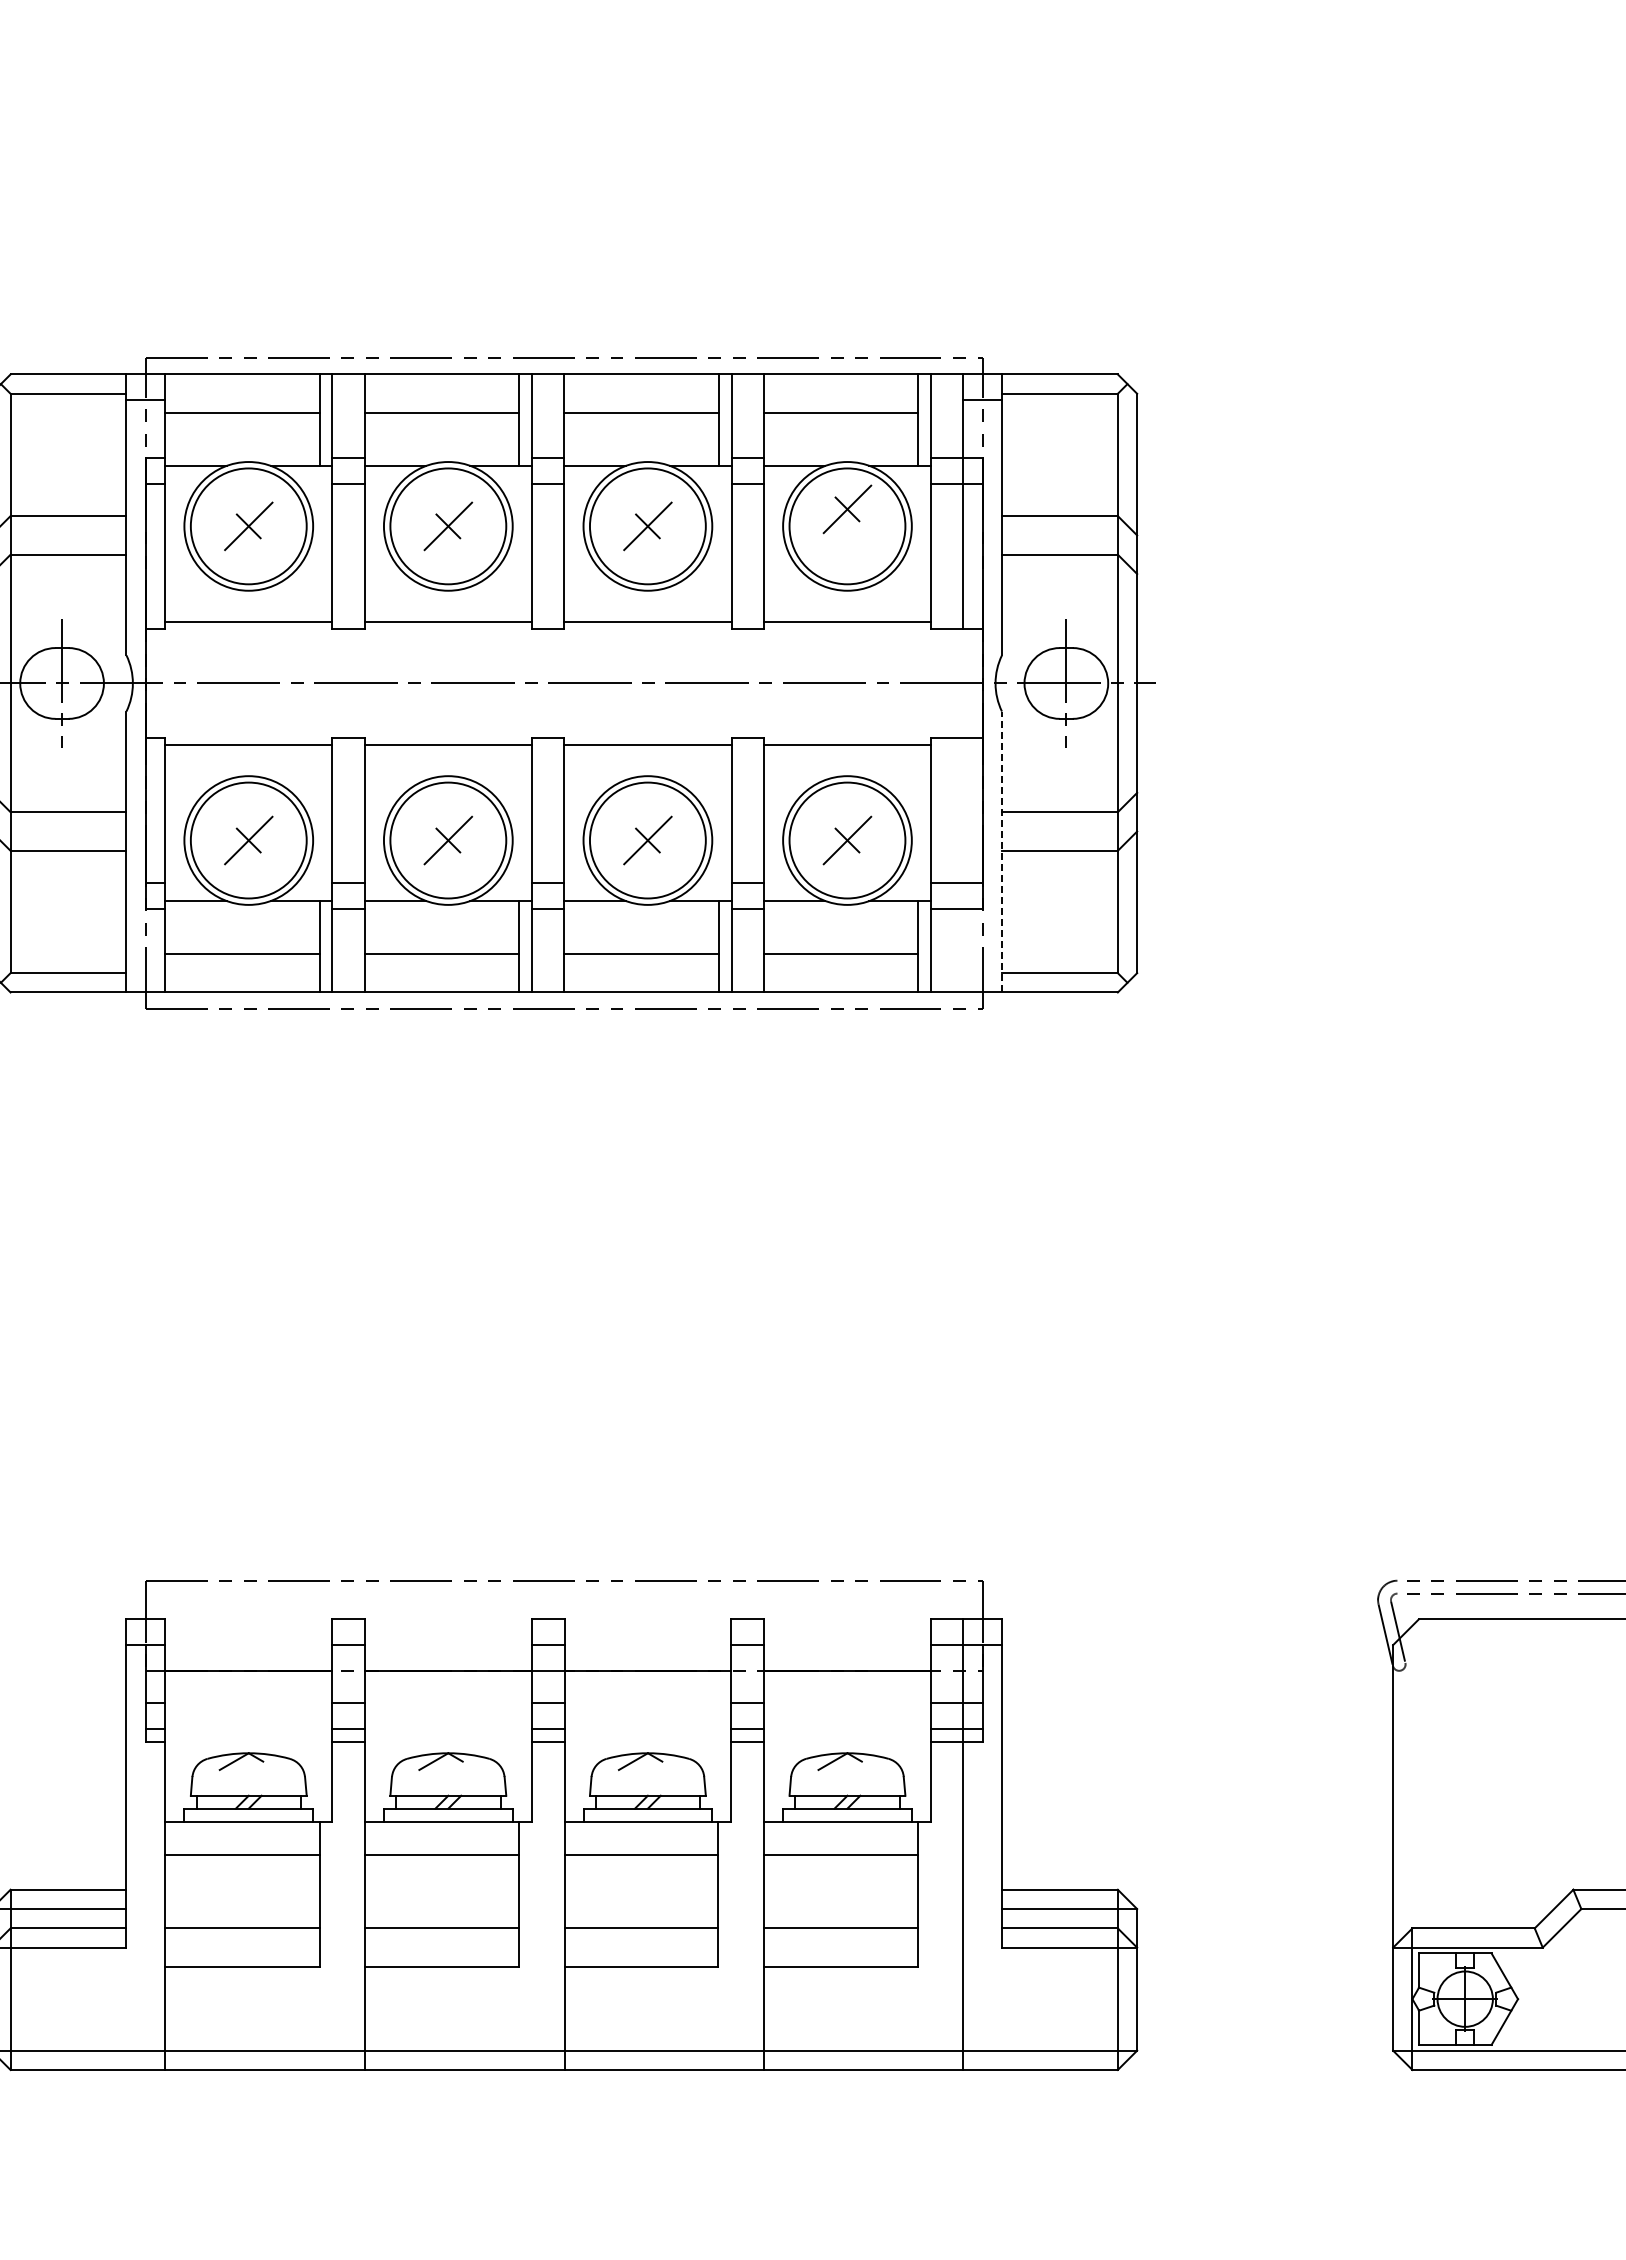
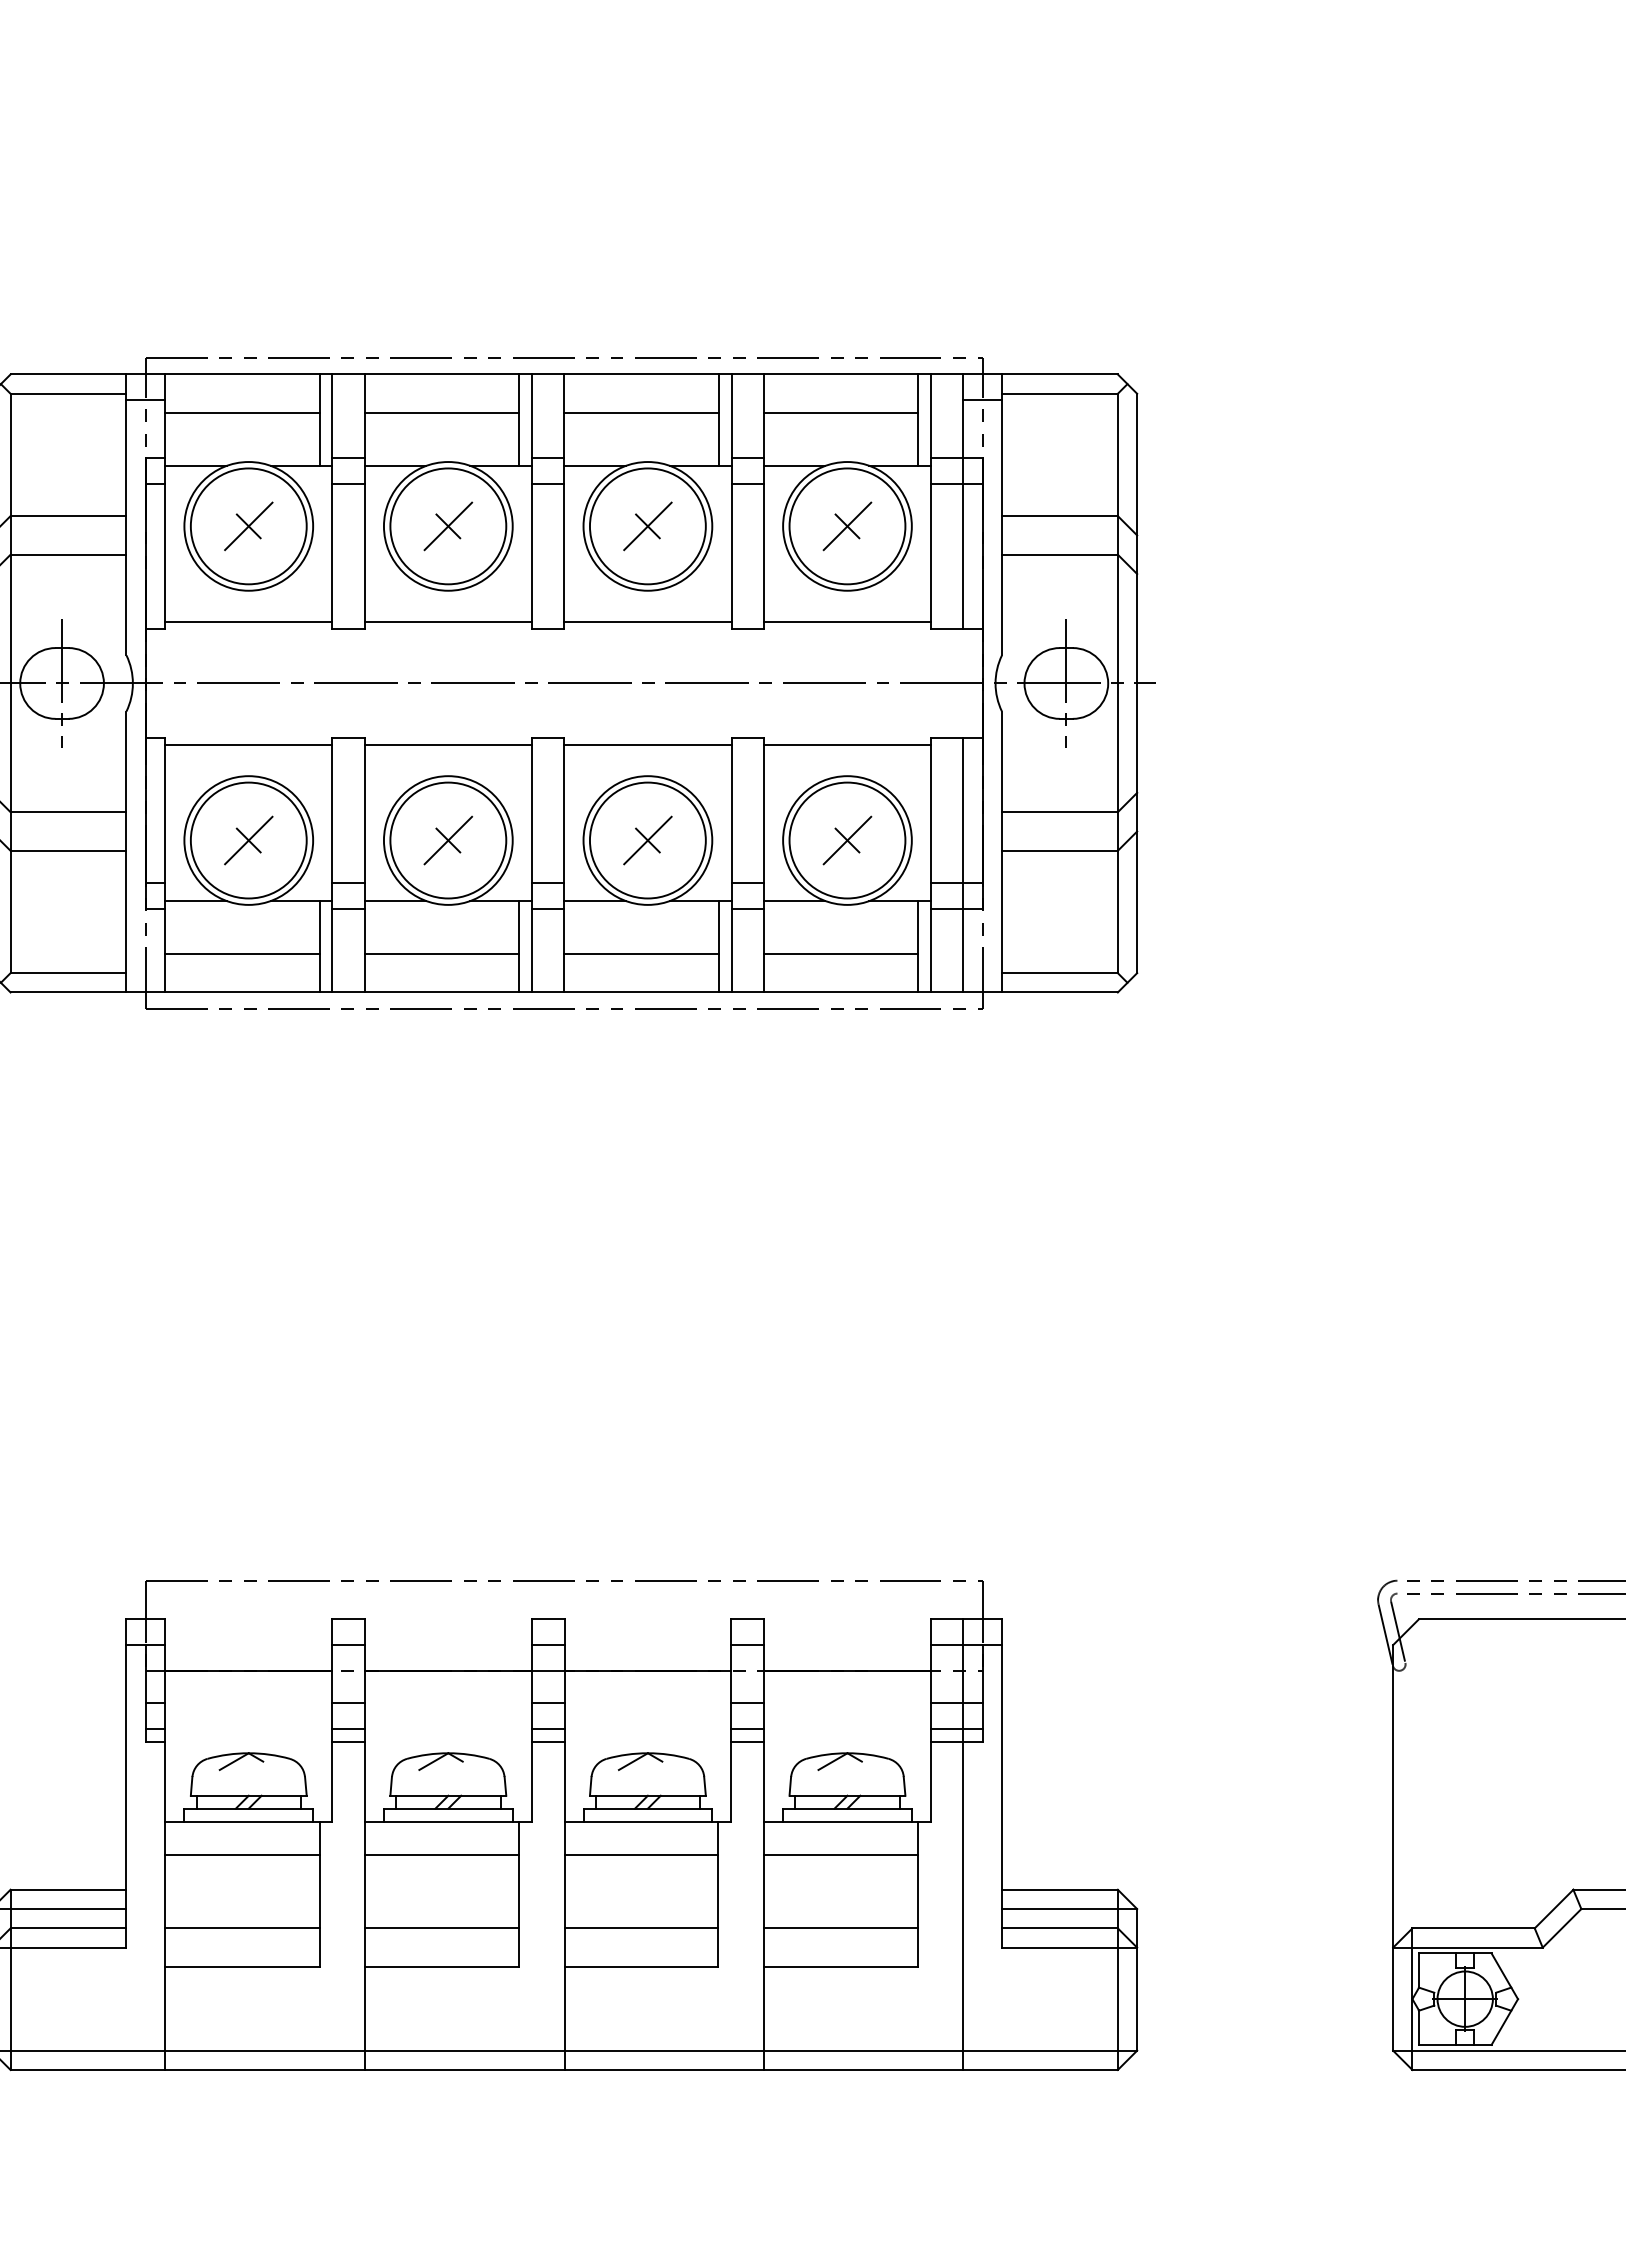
part at (847, 509) position: (847, 509) -> (847, 526)
line at (1001, 851): dashed -> solid
line at (963, 864): none -> present
